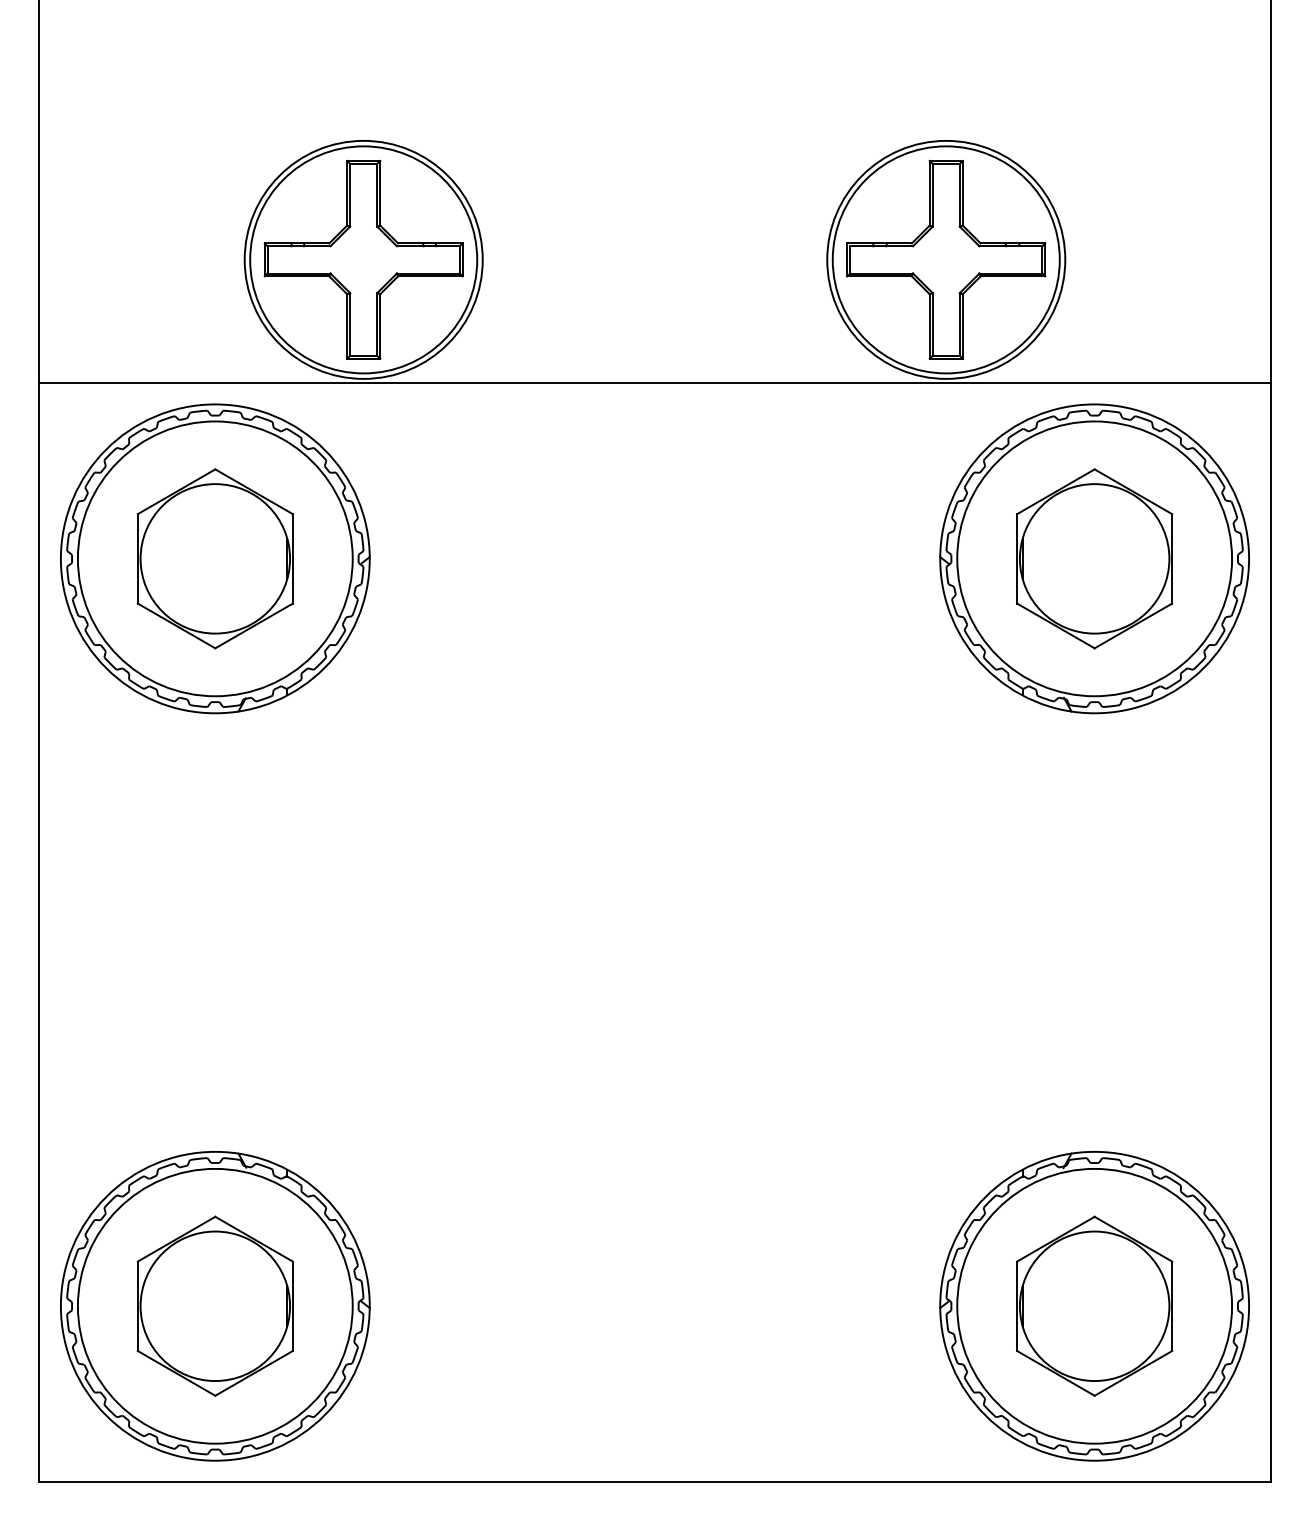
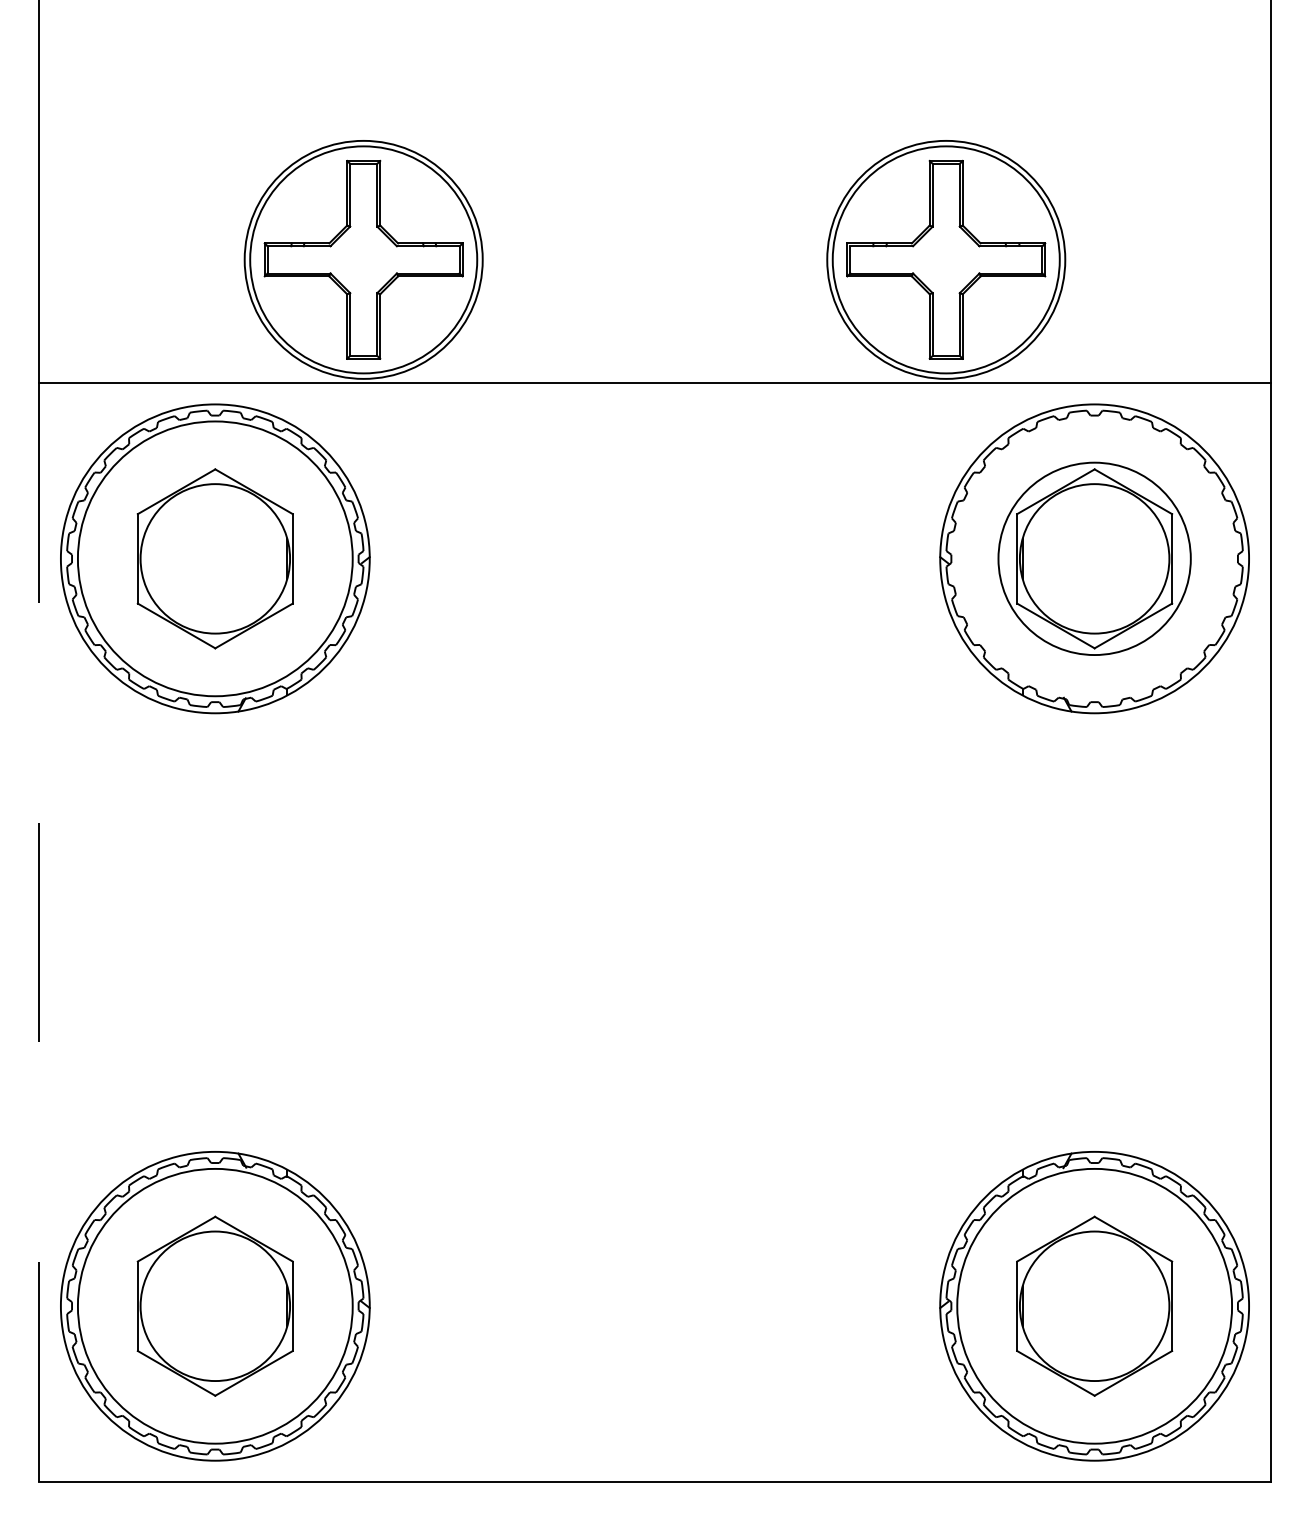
circle at (1094, 558) diameter: 275 px -> 192 px
line at (39, 932): solid -> dashed
